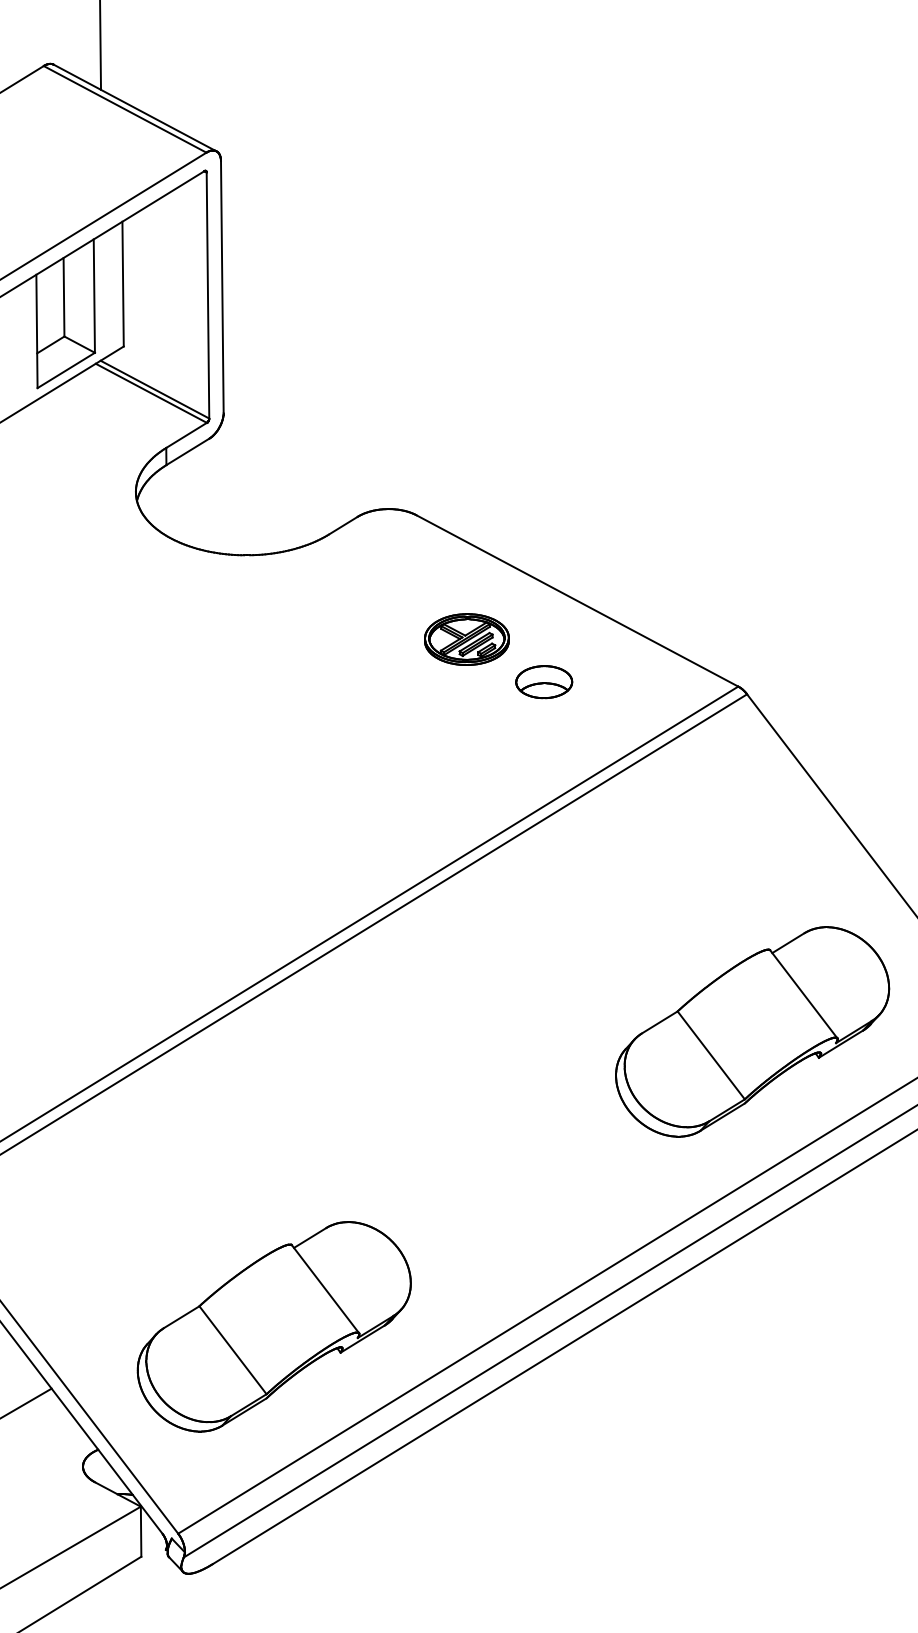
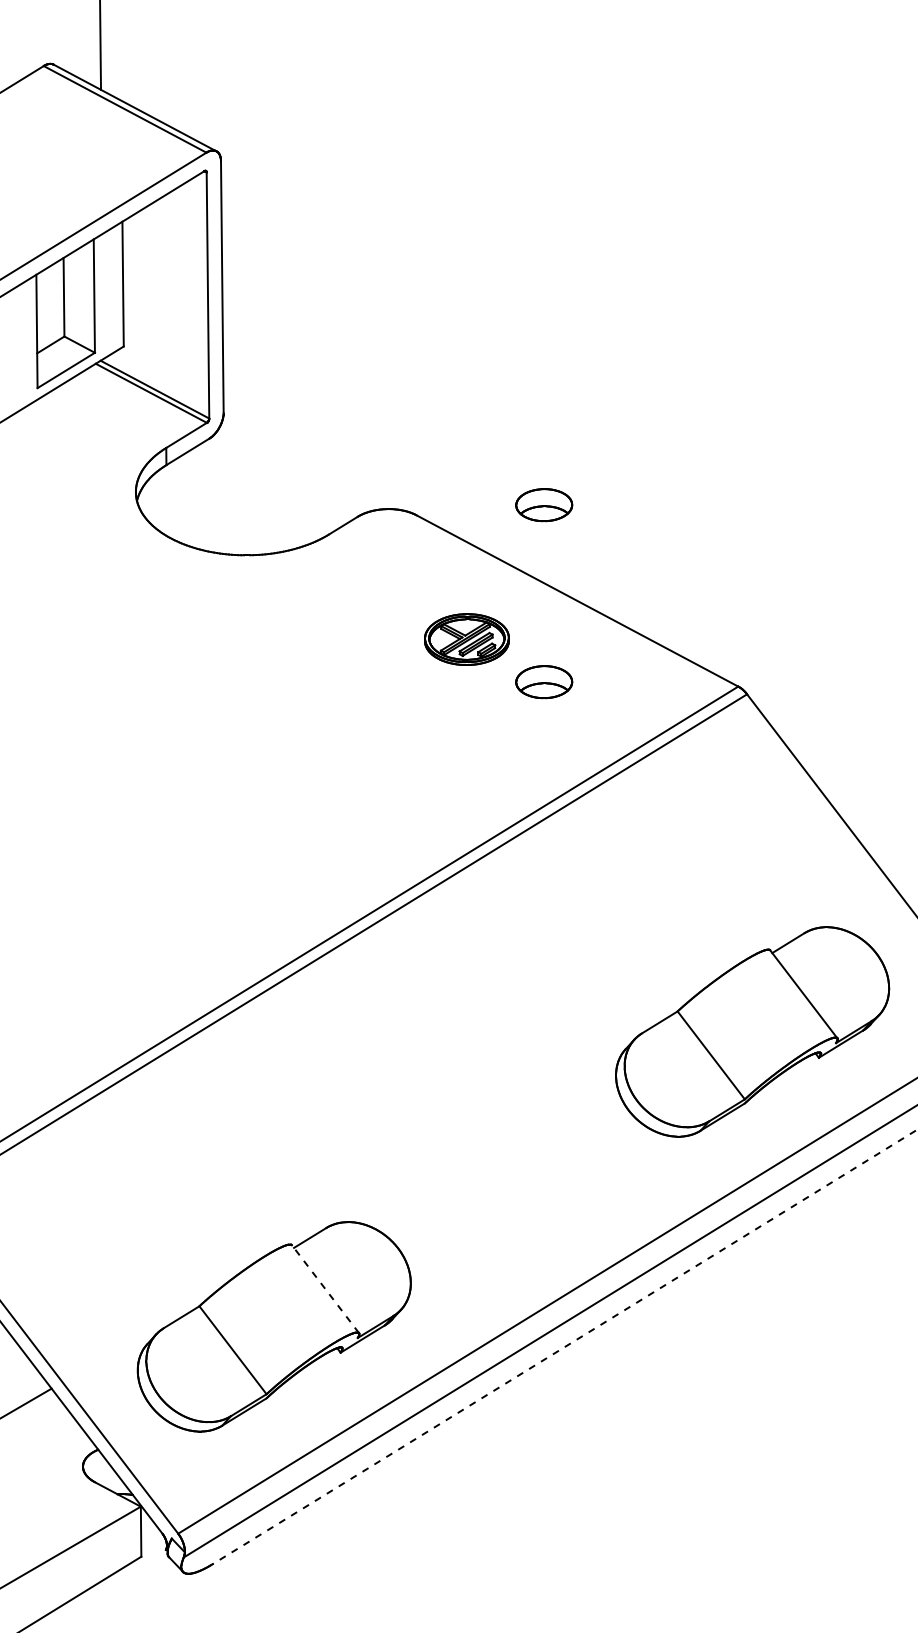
part at (544, 505): none -> present
line at (325, 1288): solid -> dashed
line at (564, 1347): solid -> dashed
